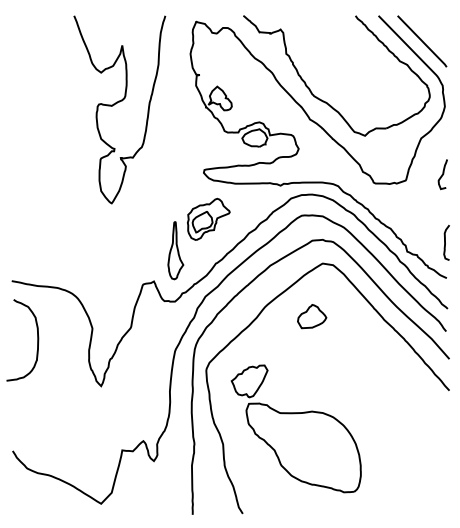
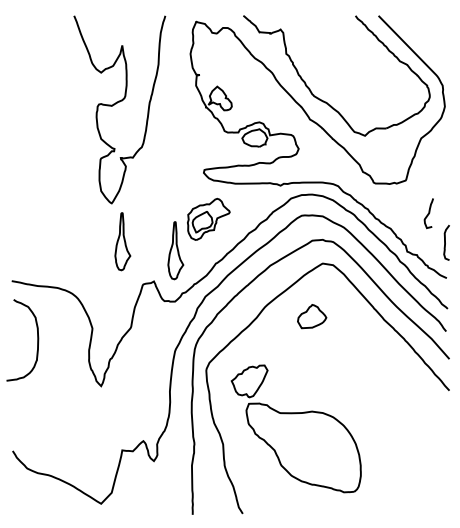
line at (422, 41): present -> none
curve at (442, 174) position: (442, 174) -> (428, 213)
part at (122, 241): none -> present
